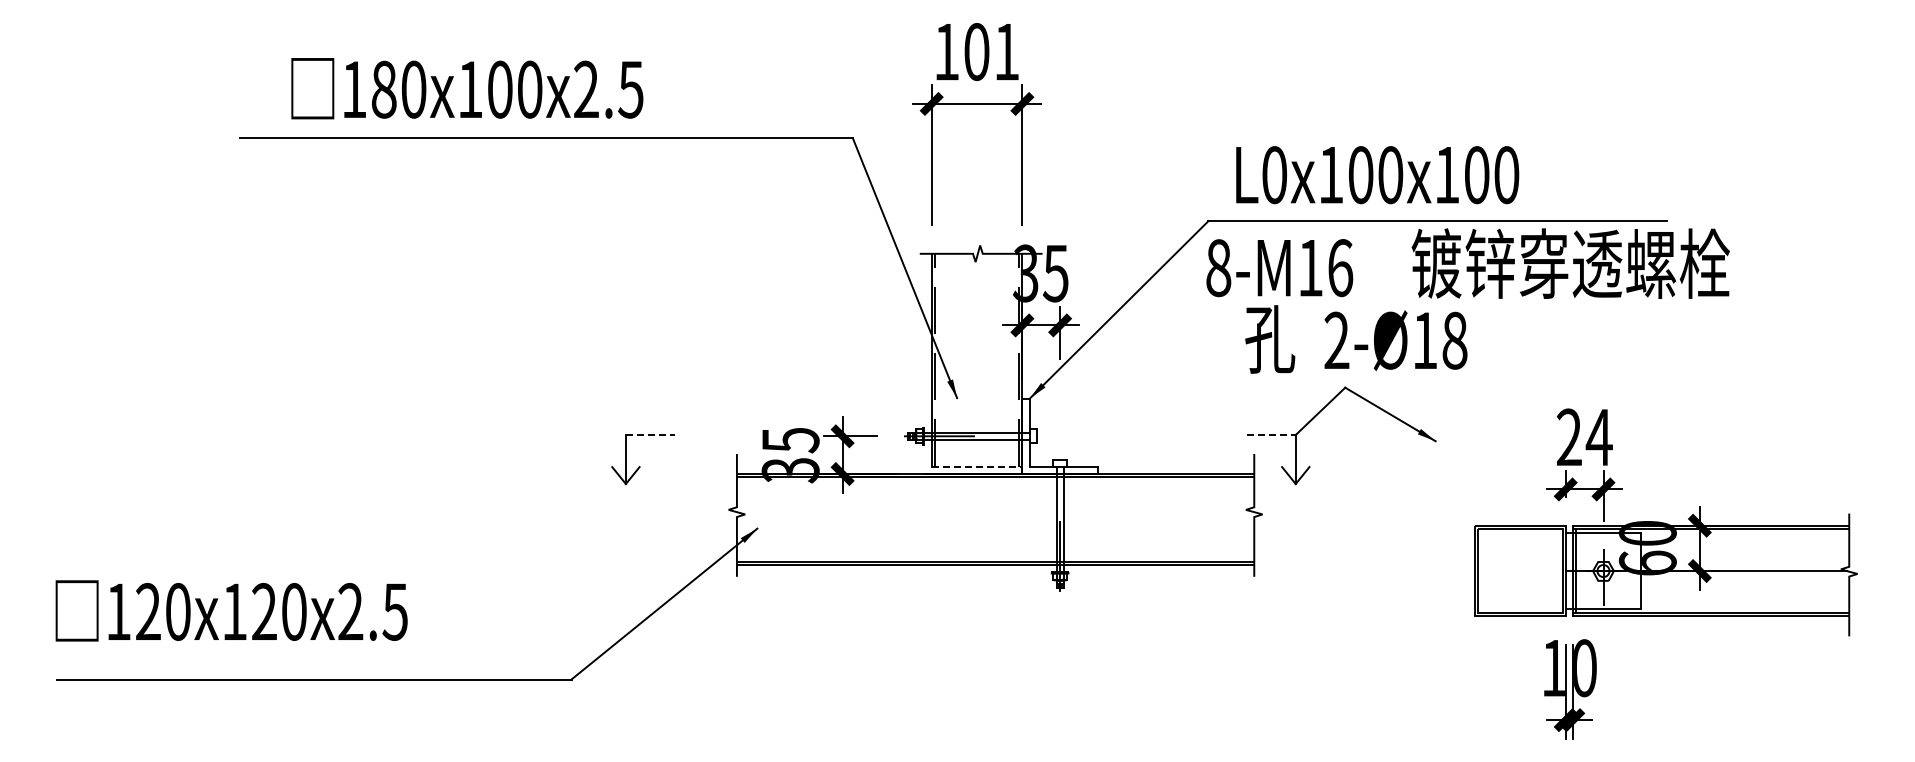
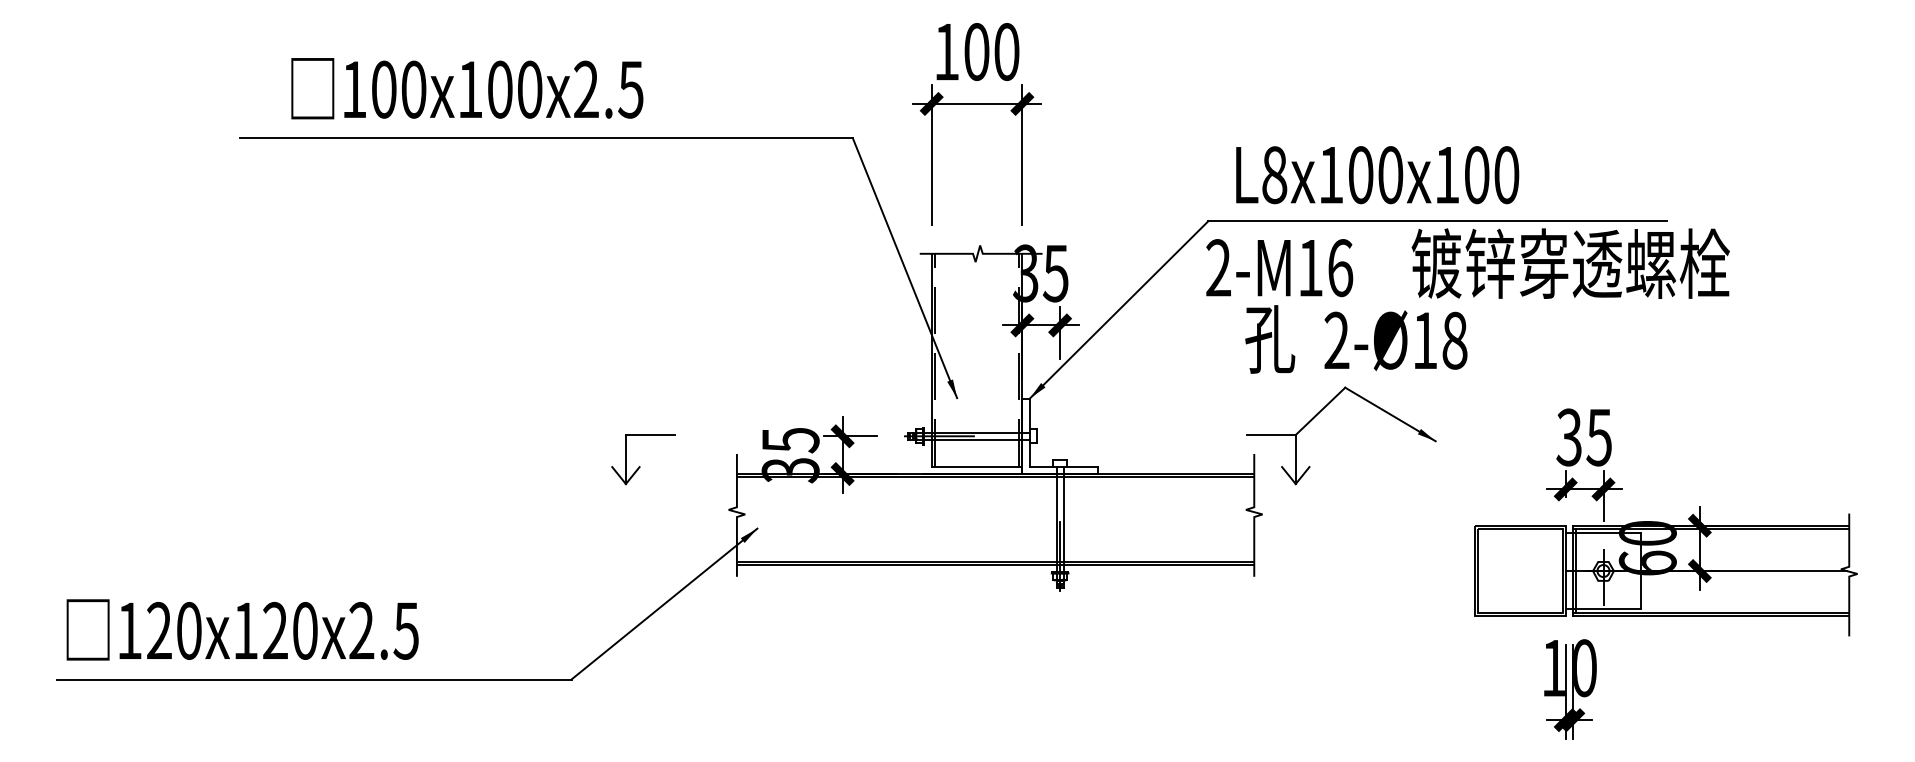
text at (1006, 51): 101 -> 100
text at (384, 89): 180x100x2.5 -> 100x100x2.5
text at (1274, 174): L0x100x100 -> L8x100x100
text at (1218, 268): 8-M16 -> 2-M16
line at (650, 434): dashed -> solid
line at (1271, 434): dashed -> solid
text at (1584, 437): 24 -> 35
line at (977, 466): dashed -> solid
text at (231, 610) position: (231, 610) -> (242, 629)
